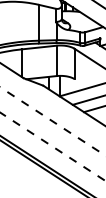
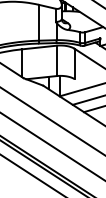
line at (52, 121): dashed -> solid
line at (52, 146): dashed -> solid
line at (32, 174): none -> present
